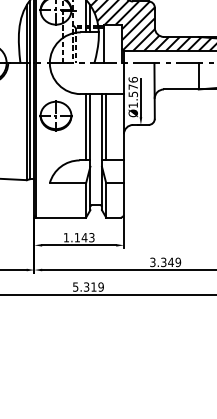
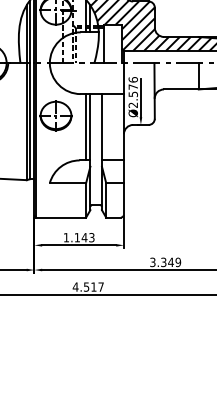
text at (132, 104): Ø1.576 -> Ø2.576
line at (106, 127): present -> none
text at (87, 286): 5.319 -> 4.517
